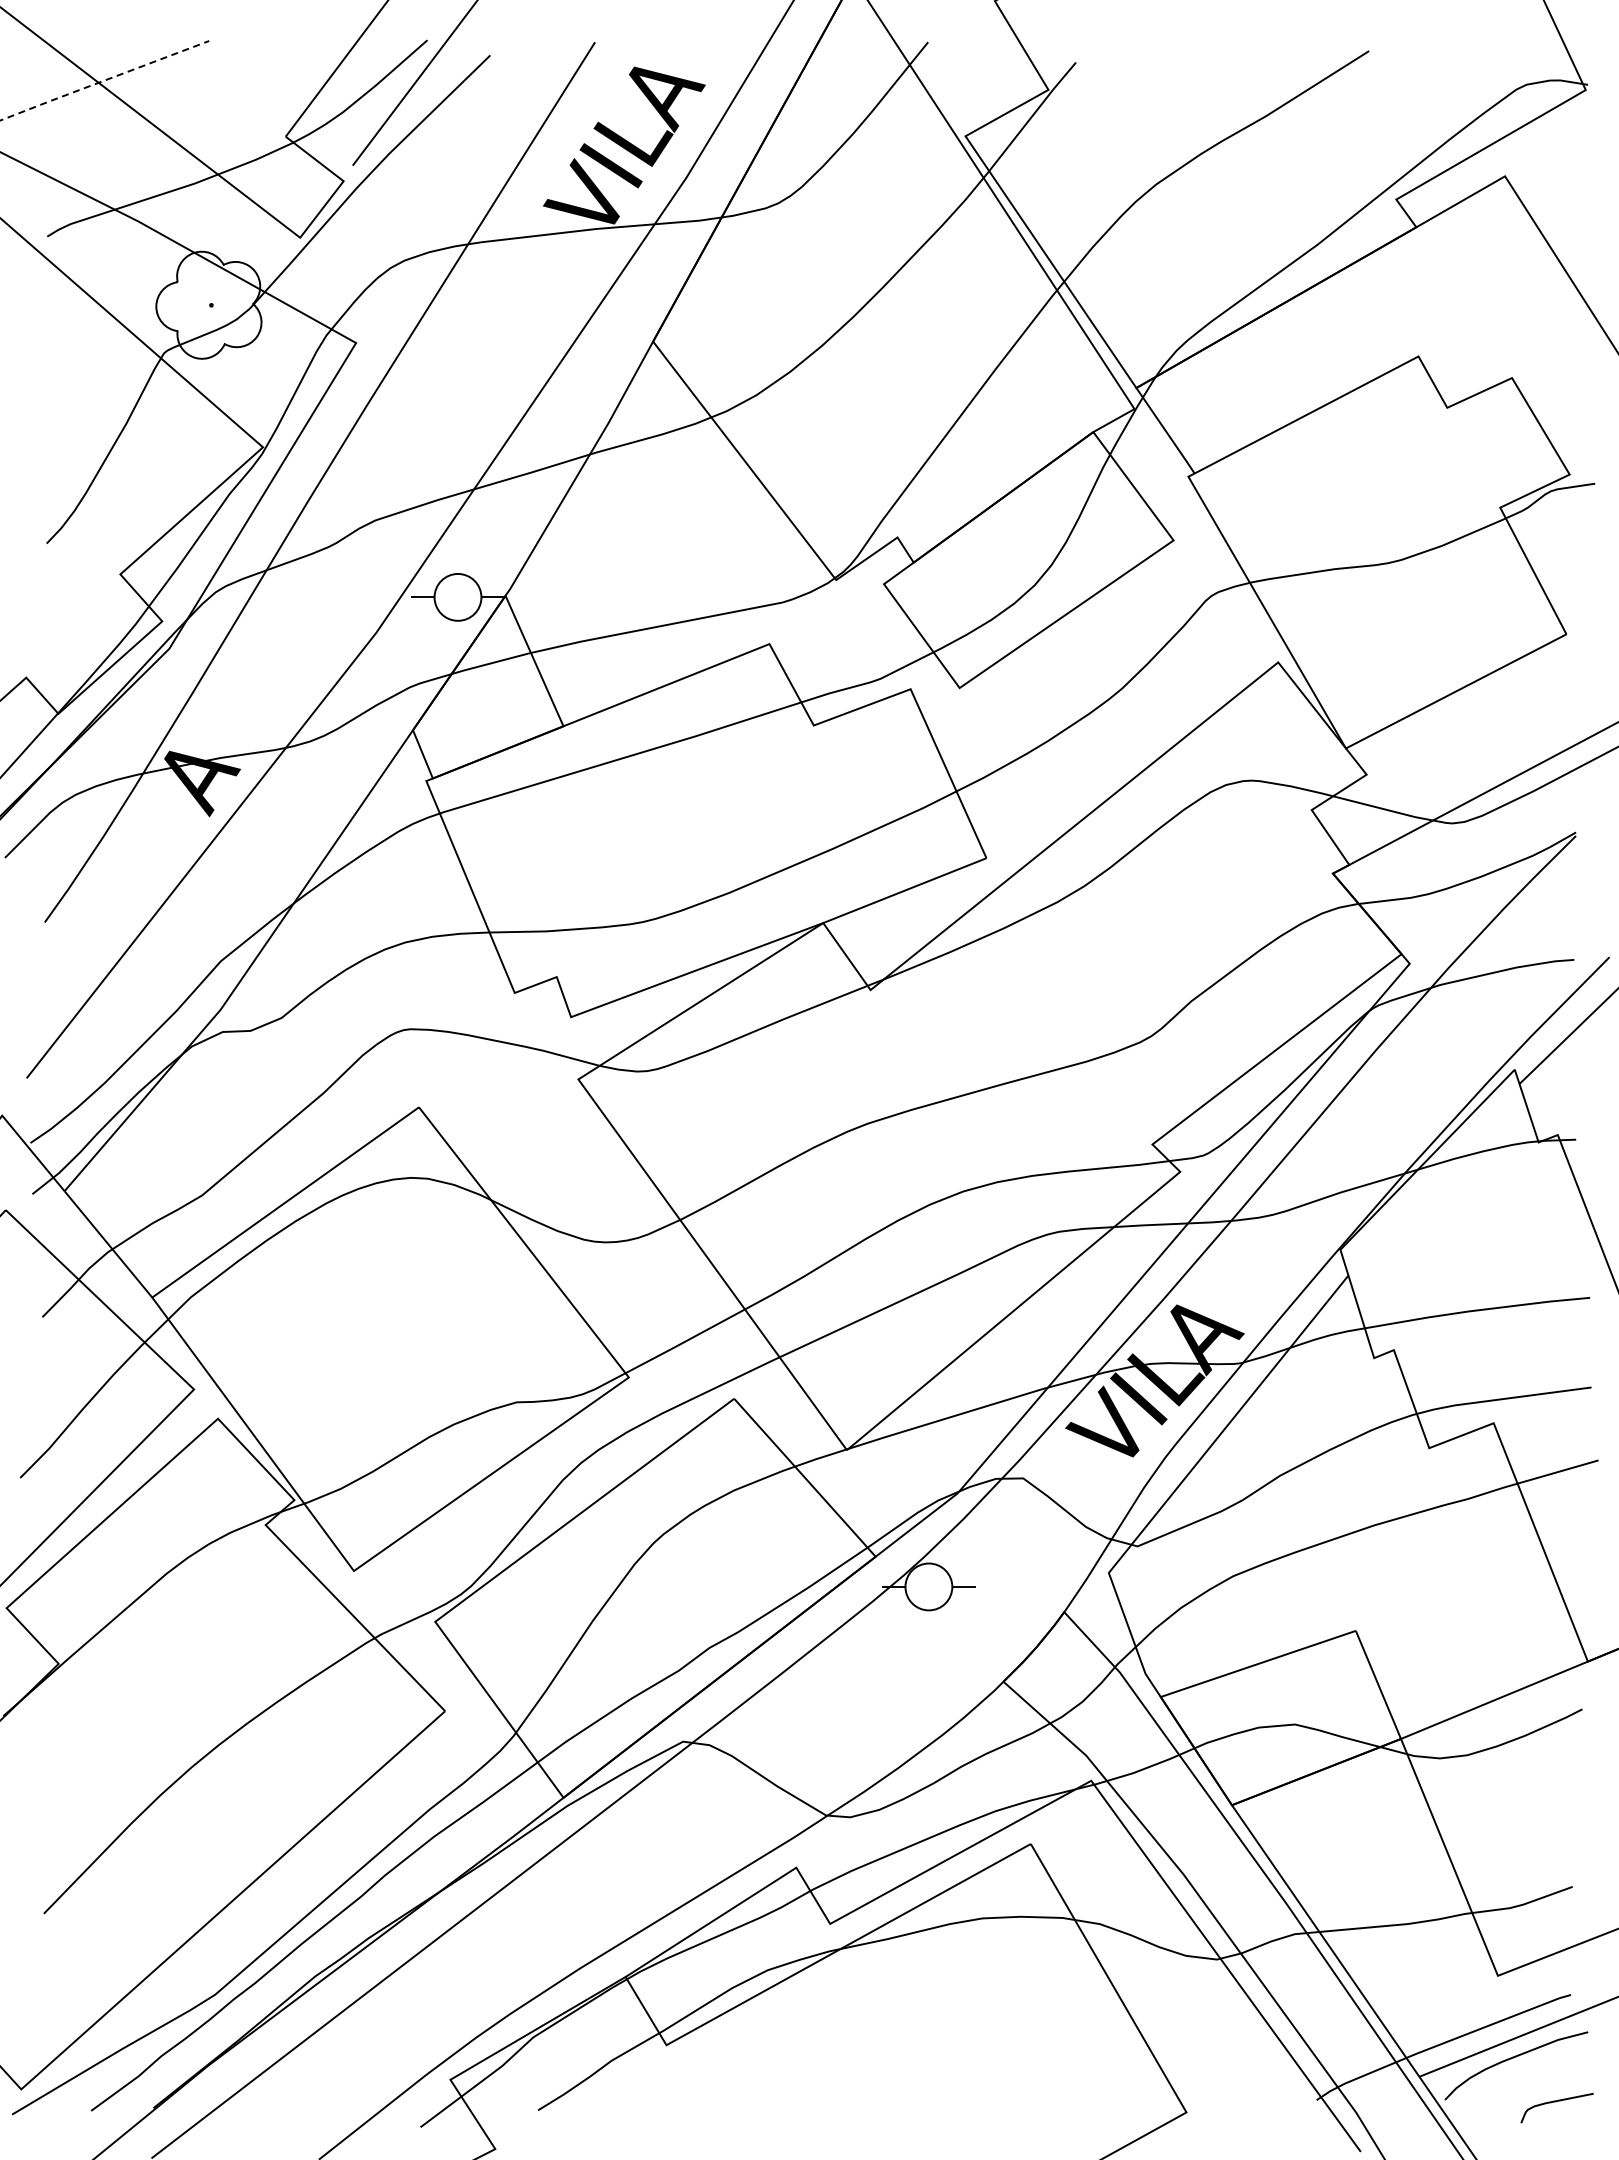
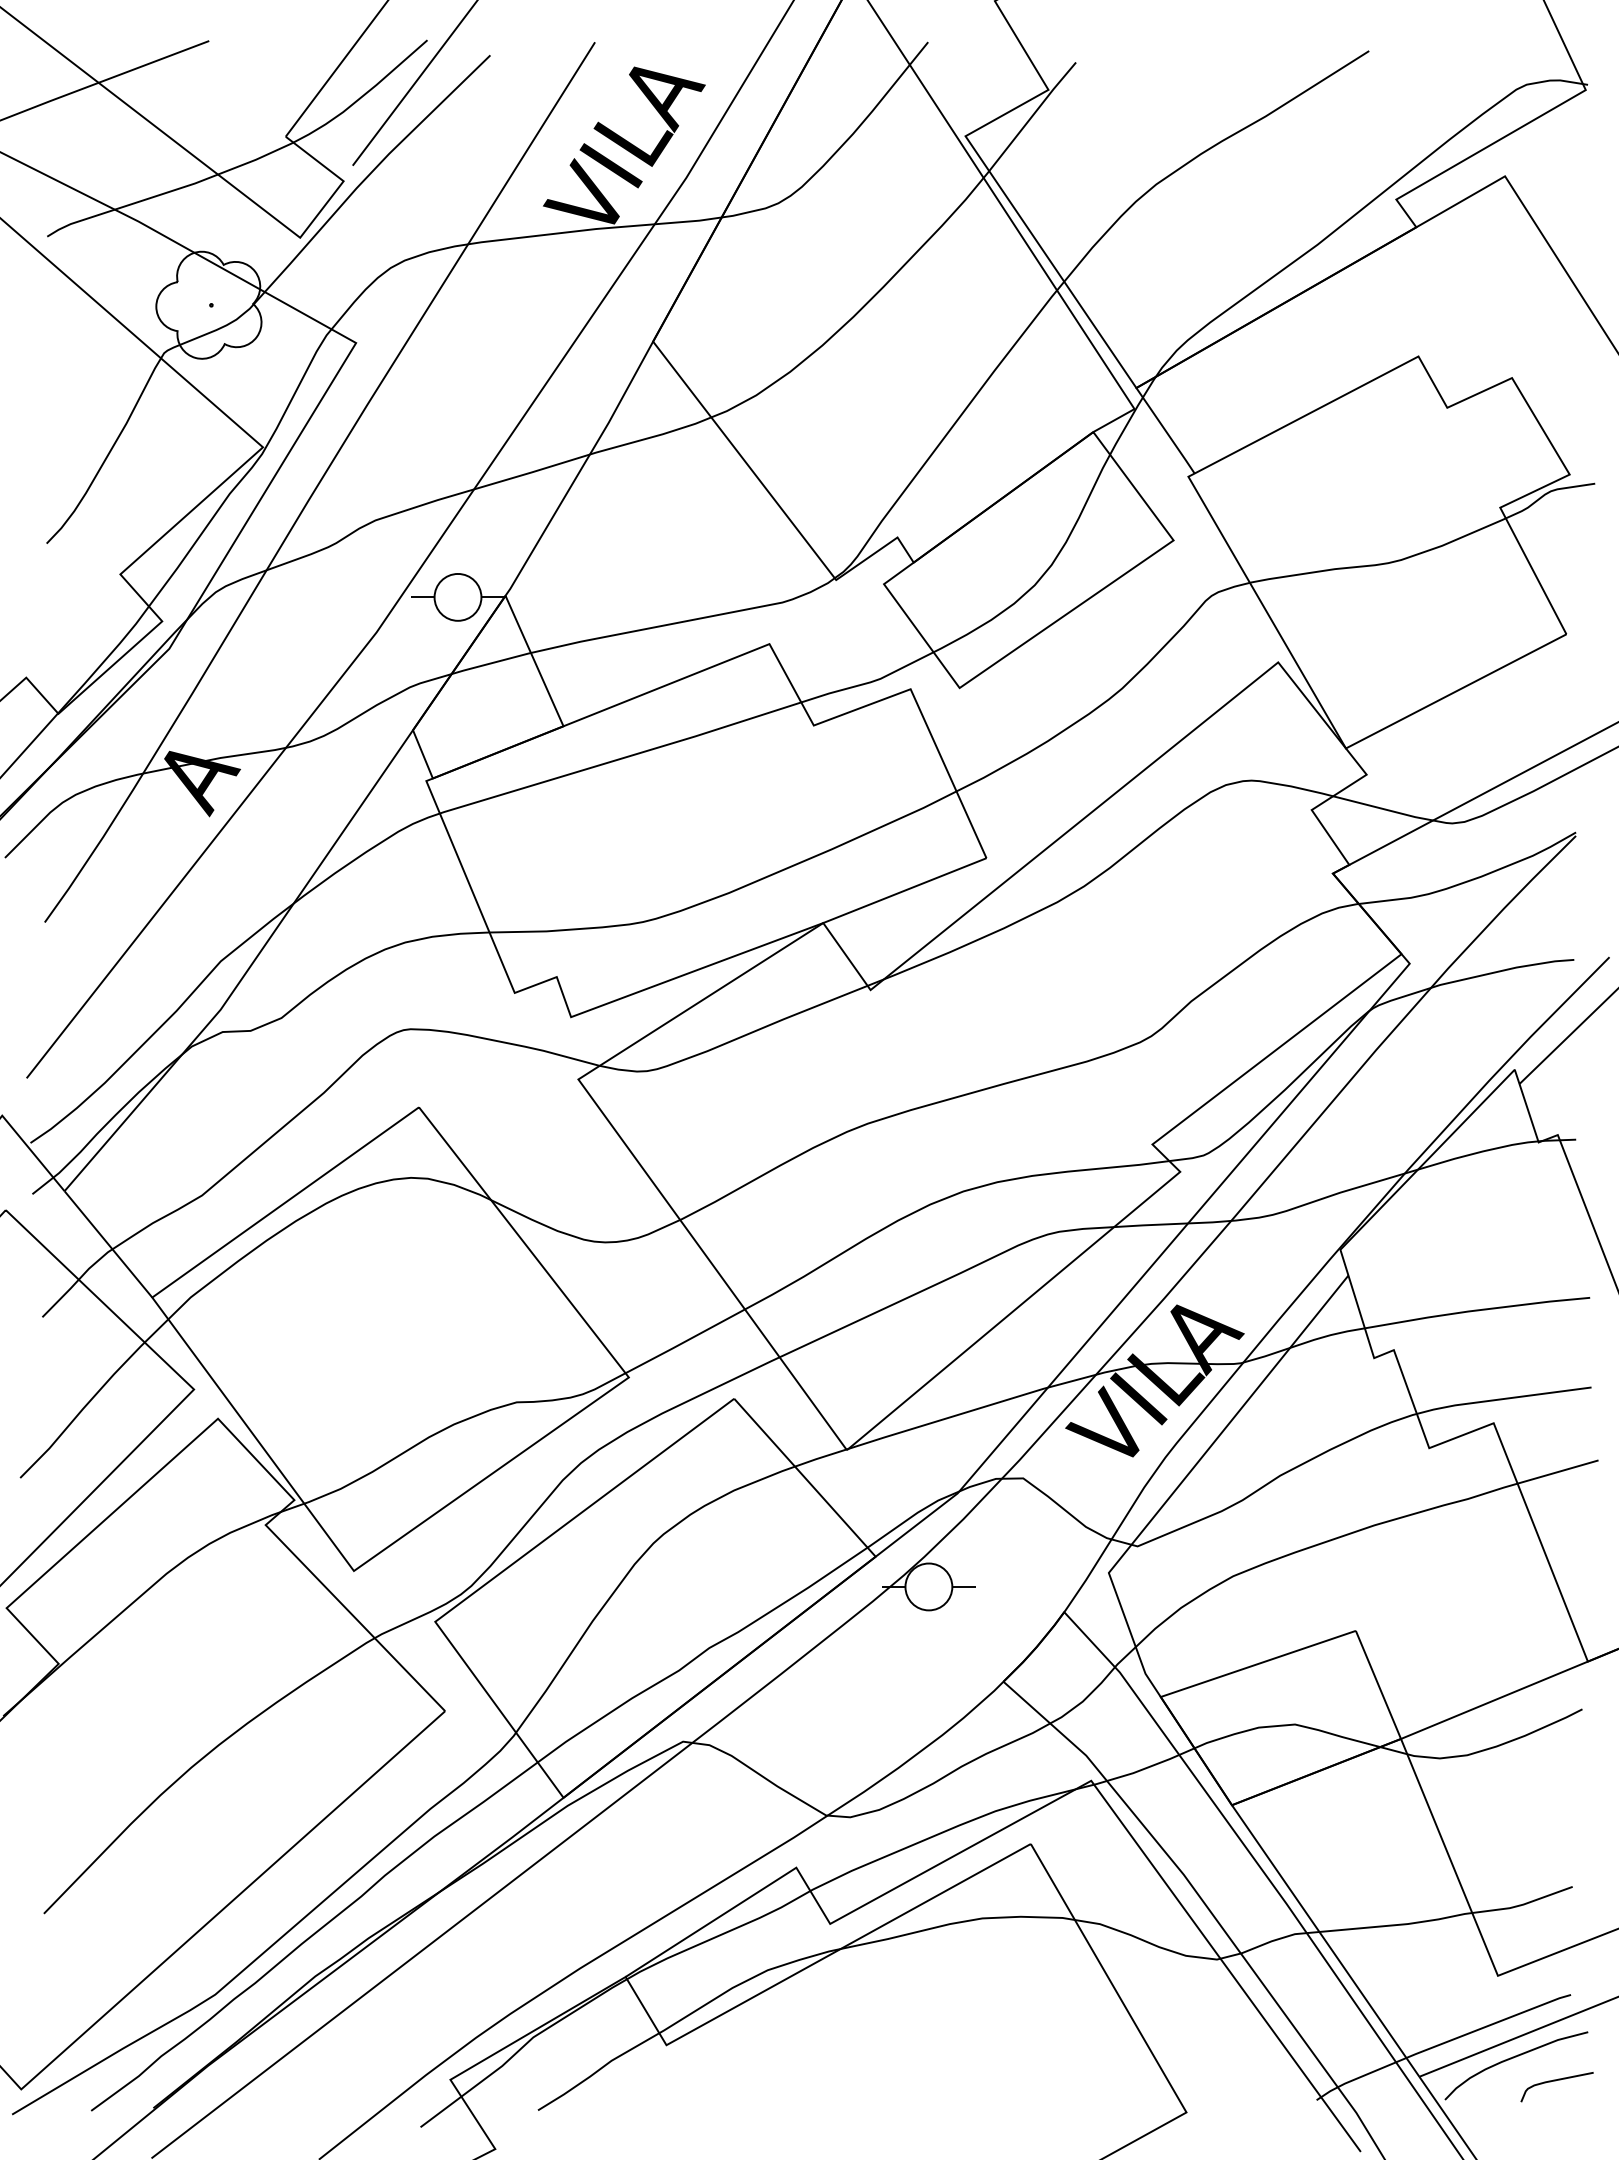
line at (104, 80): dashed -> solid
curve at (1555, 2102) position: (1555, 2102) -> (1555, 2081)
